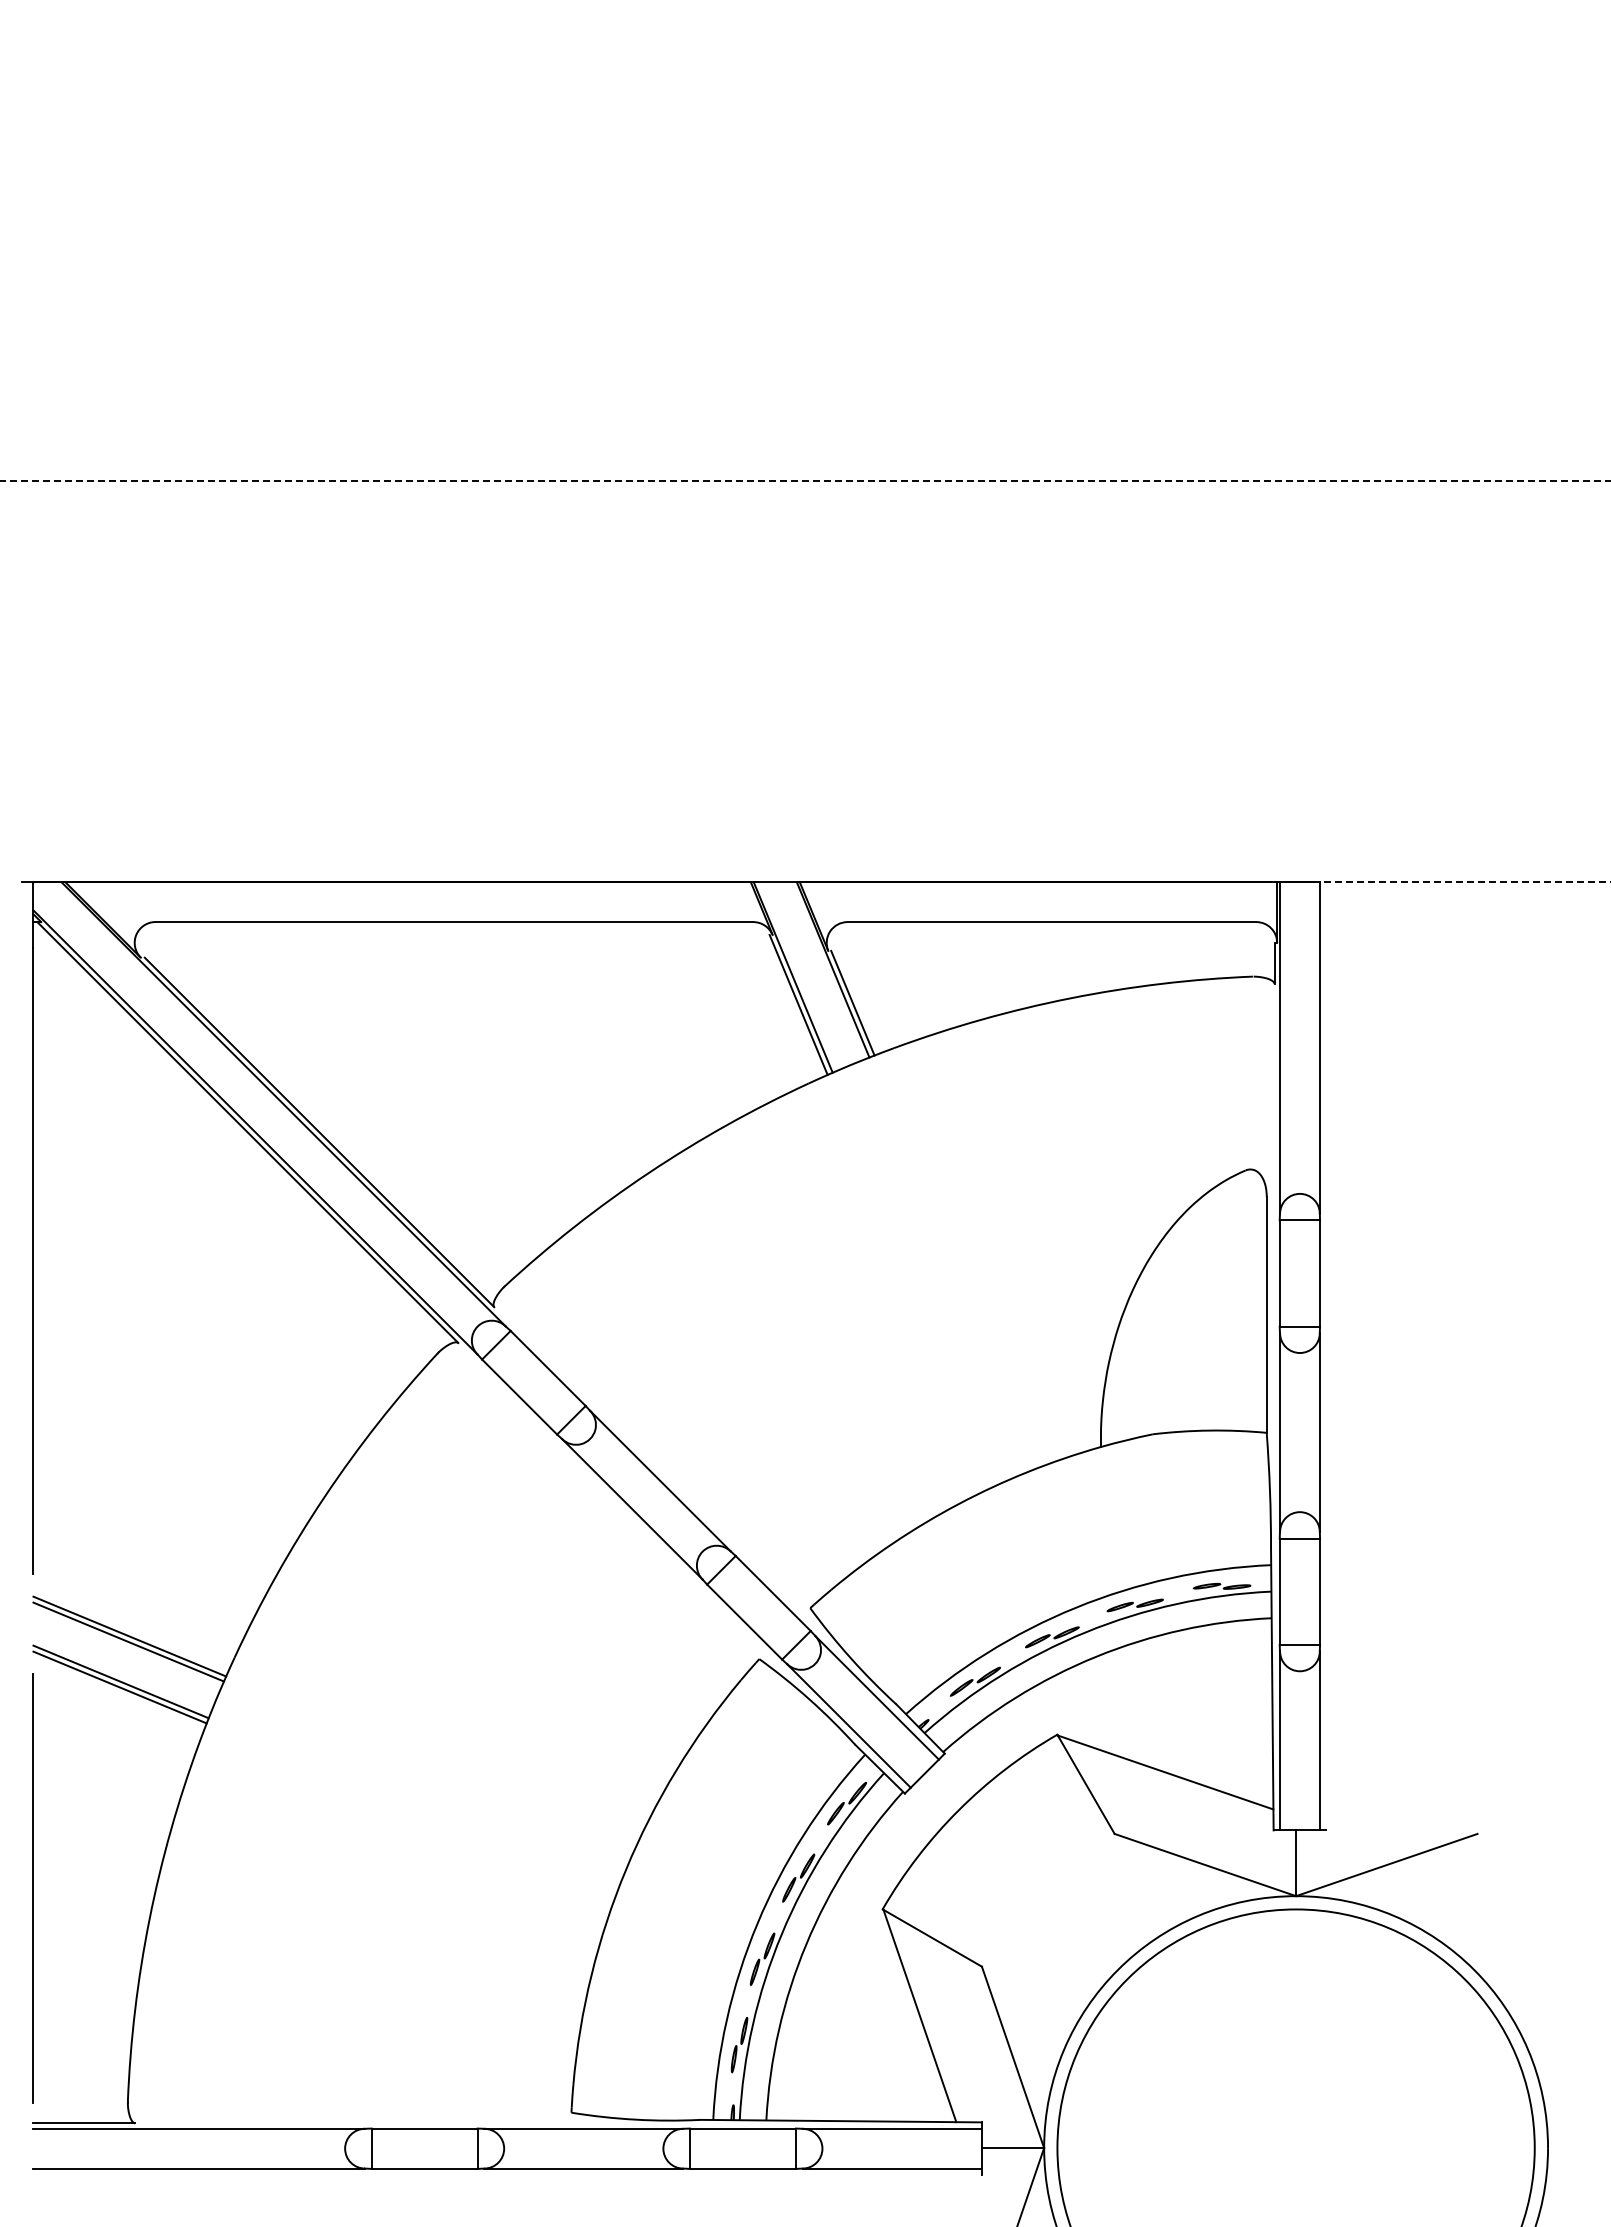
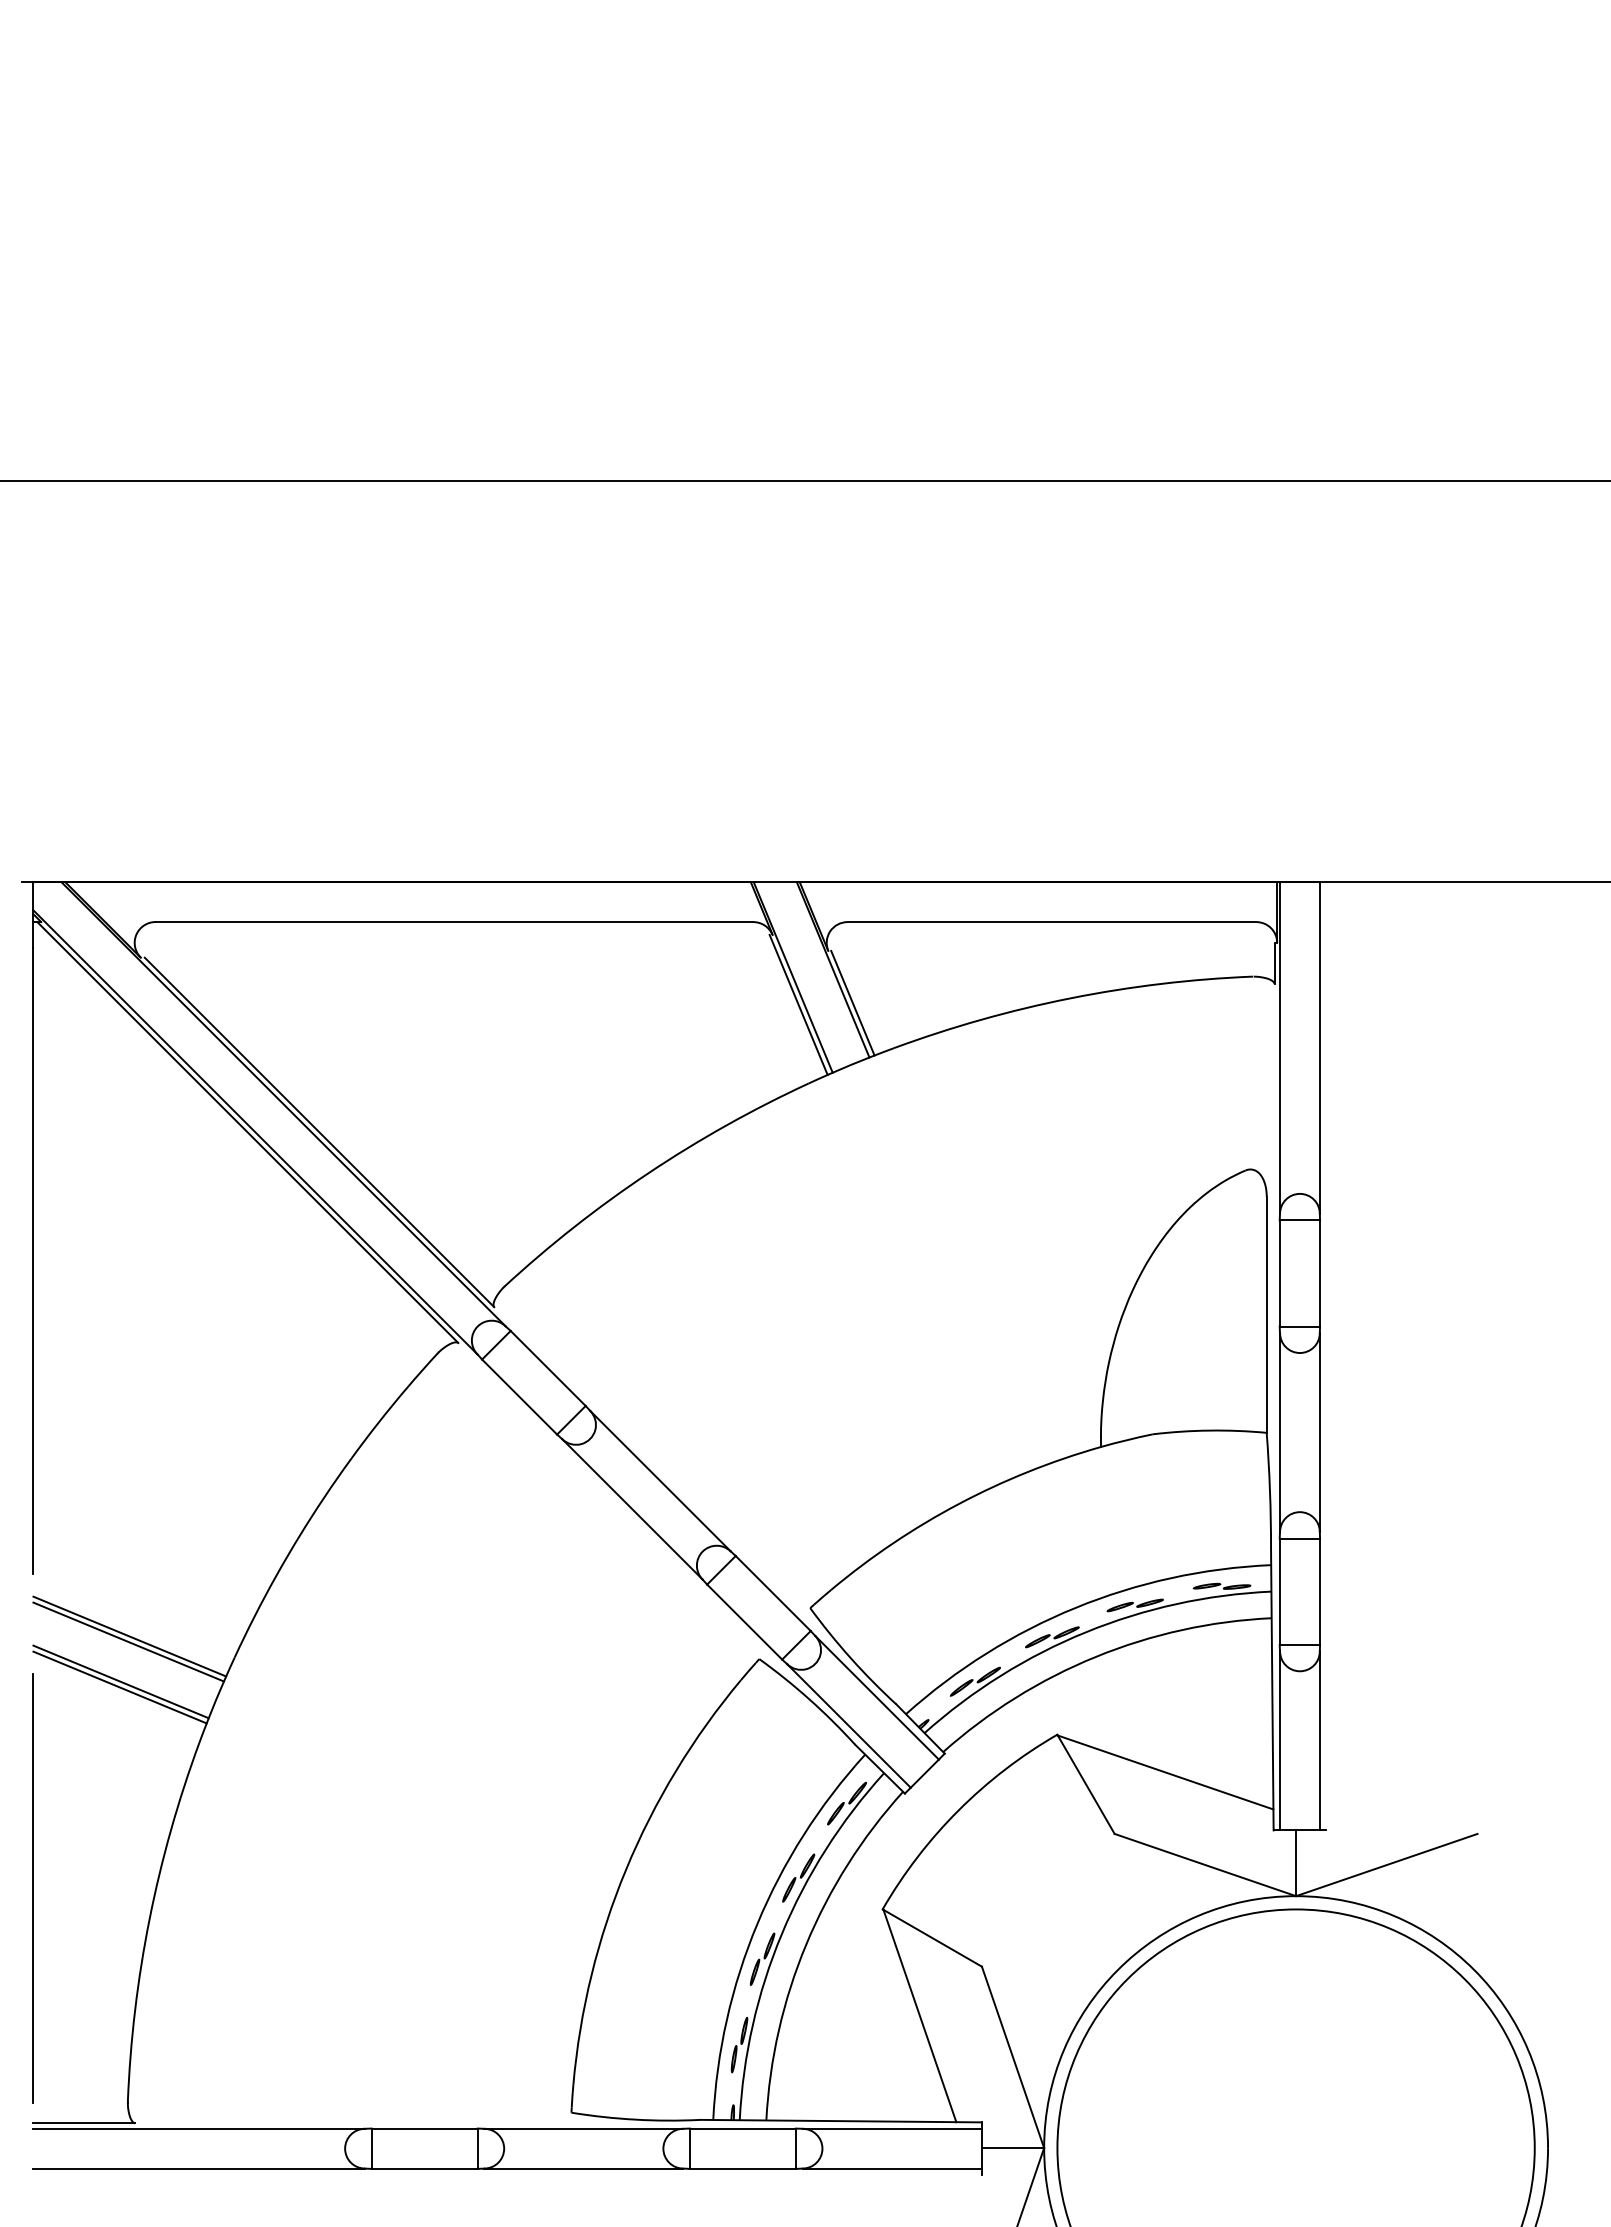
line at (805, 481): dashed -> solid
line at (1445, 882): dashed -> solid
